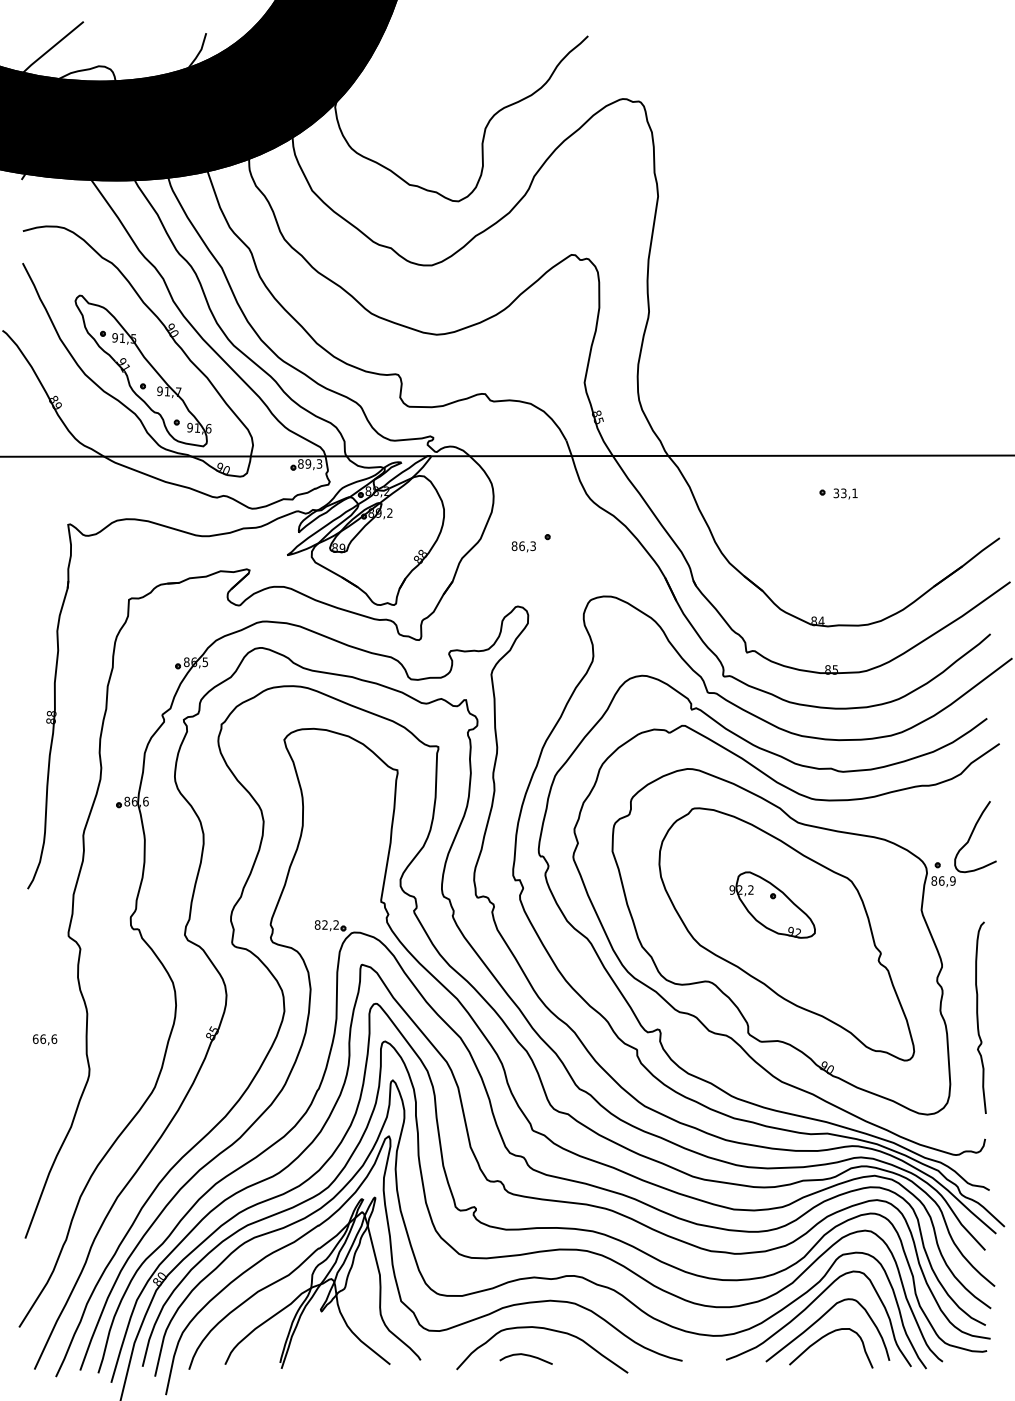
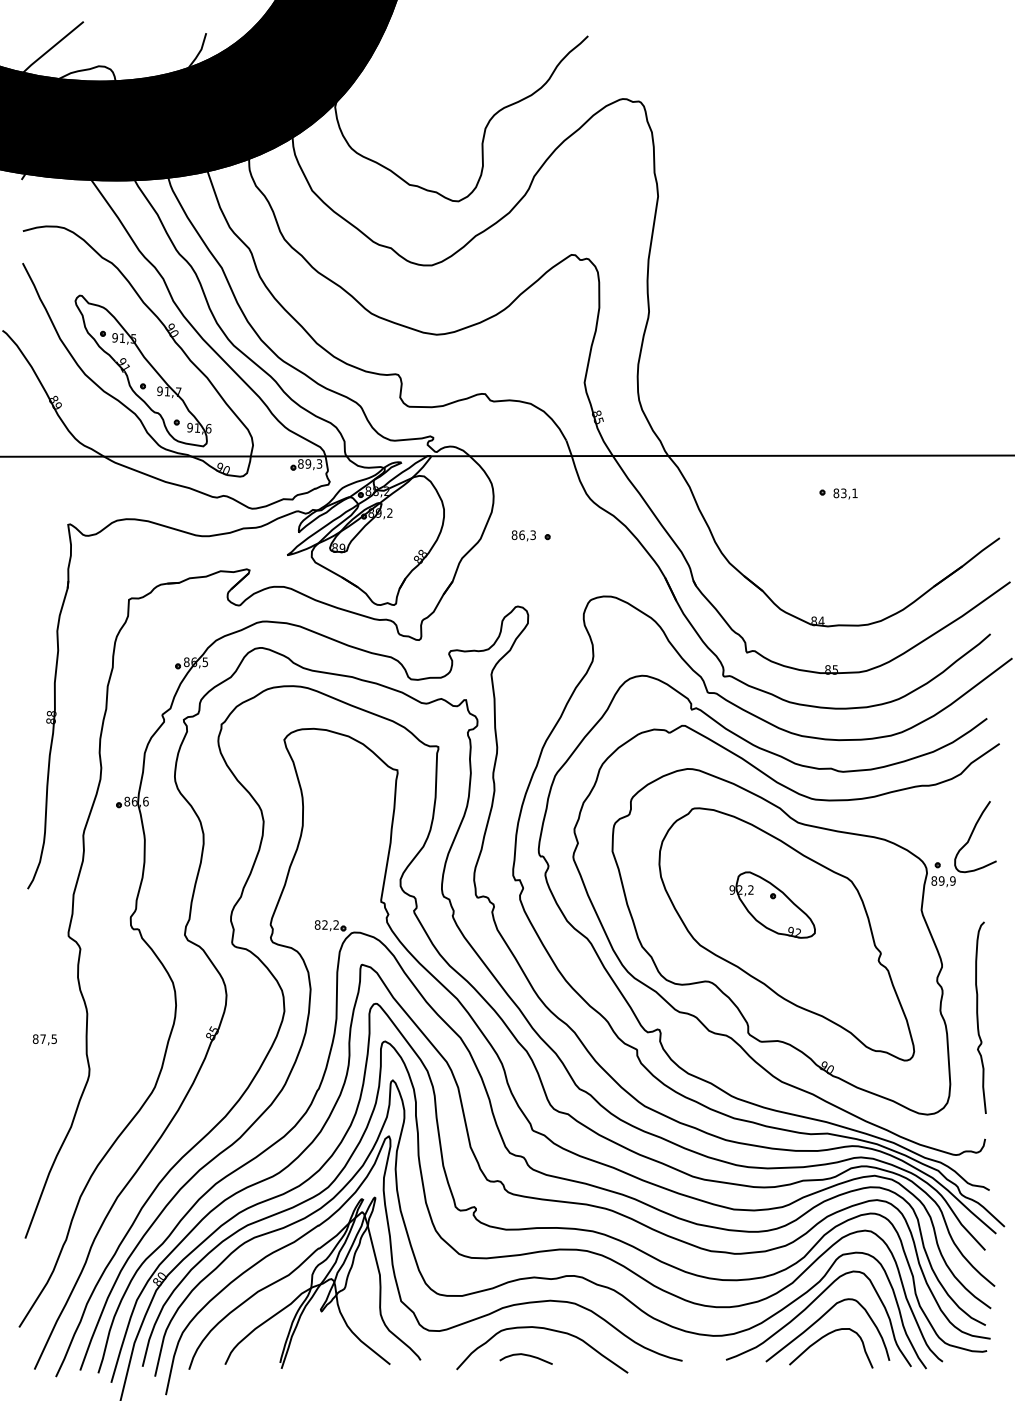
text at (836, 493): 33,1 -> 83,1
text at (523, 546) position: (523, 546) -> (523, 535)
text at (941, 880): 86,9 -> 89,9
text at (44, 1039): 66,6 -> 87,5
